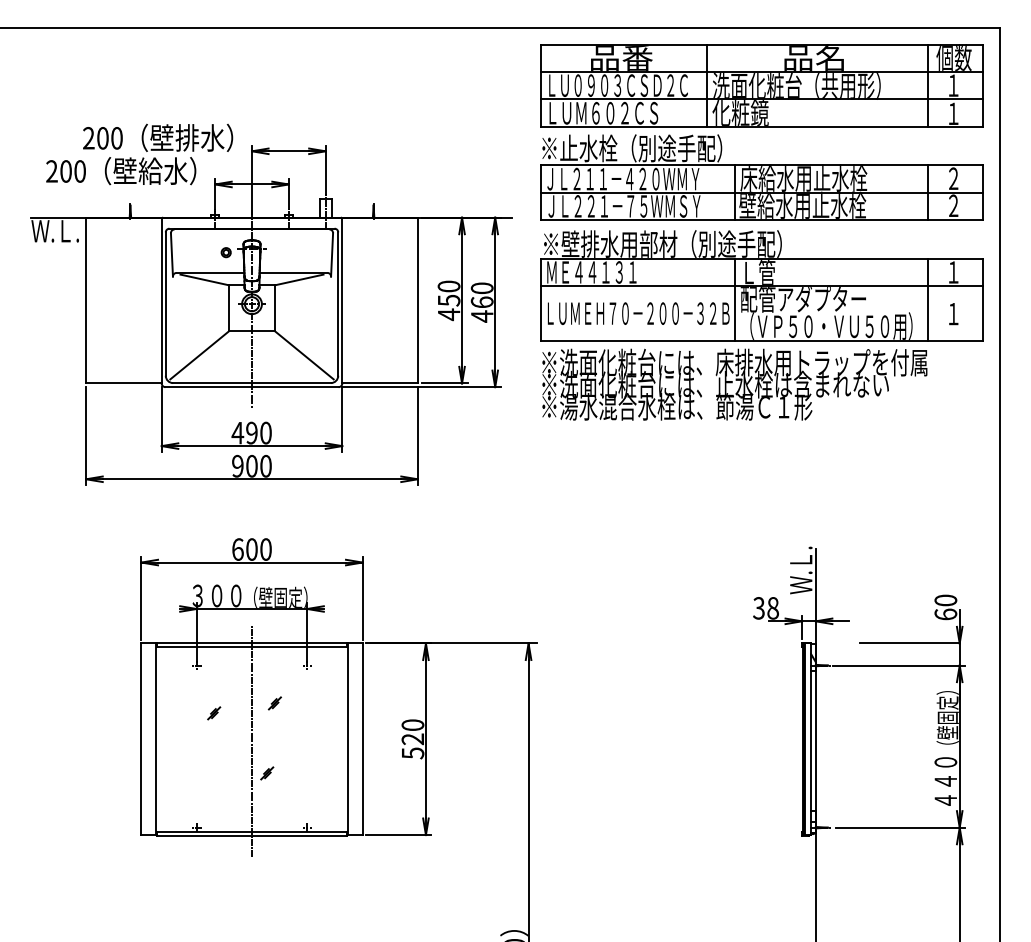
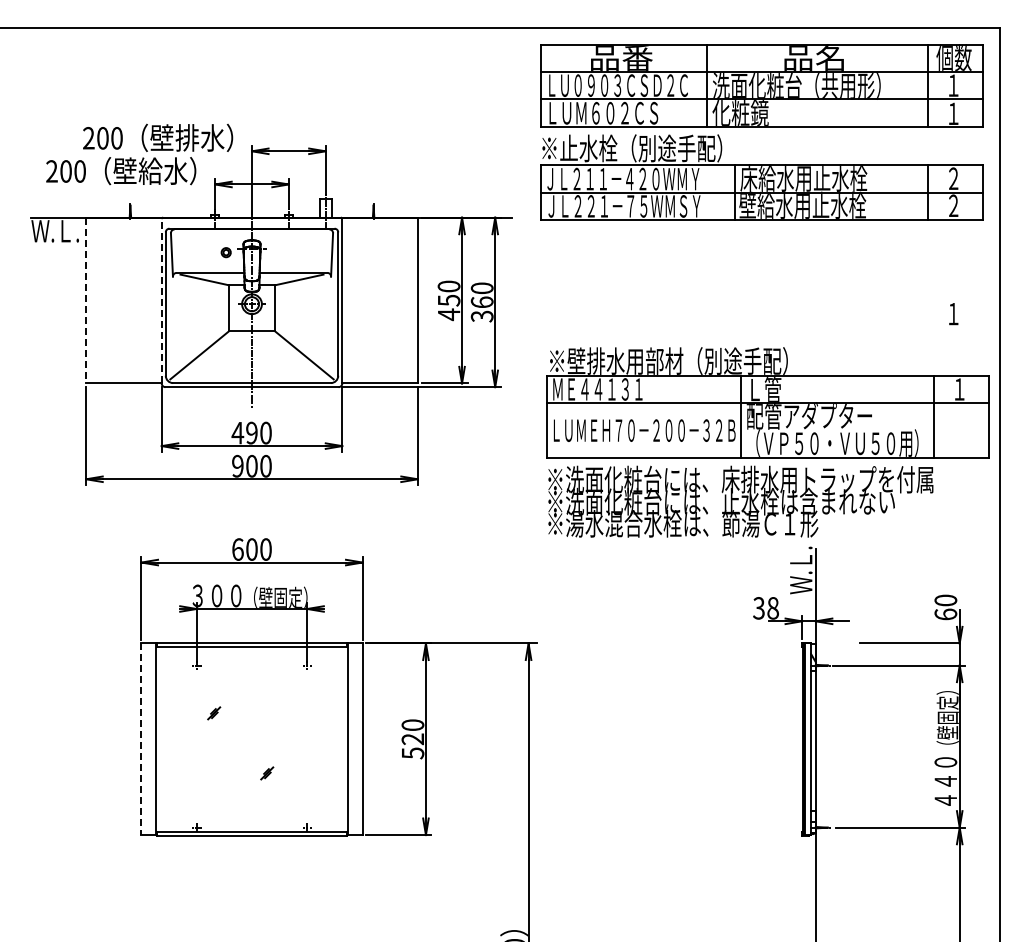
line at (86, 300): solid -> dashed
line at (161, 300): solid -> dashed
text at (481, 316): 460 -> 360
part at (761, 325) position: (761, 325) -> (767, 442)
part at (274, 703): present -> none
line at (141, 739): solid -> dashed
line at (252, 741): present -> none
